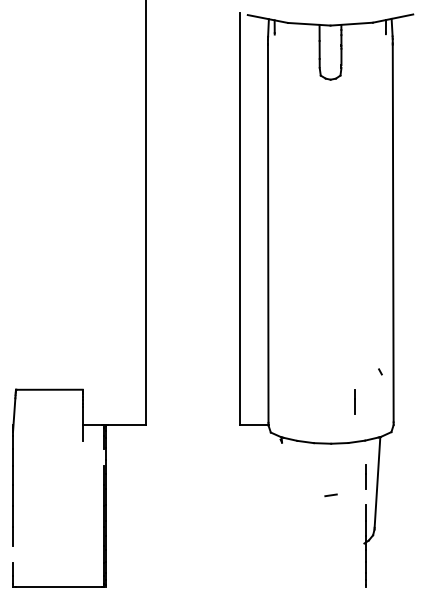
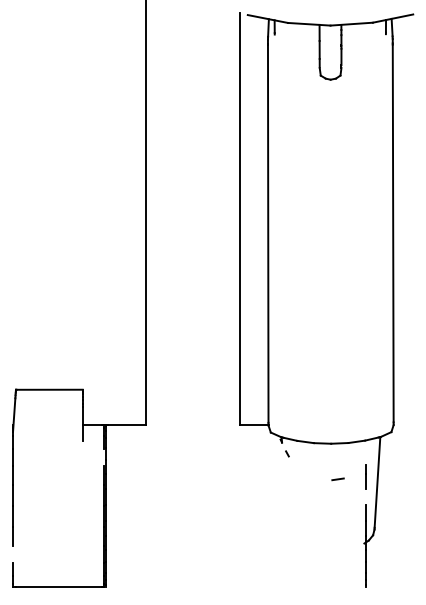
line at (380, 371) position: (380, 371) -> (287, 453)
line at (354, 401): present -> none
line at (330, 495) position: (330, 495) -> (337, 479)
